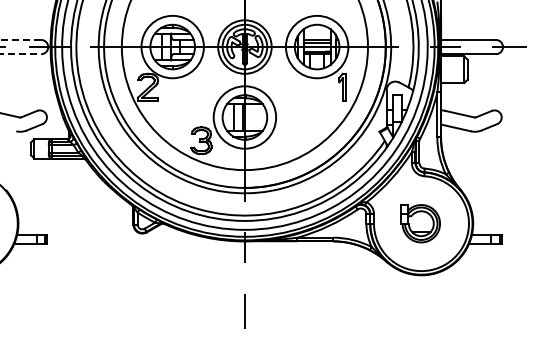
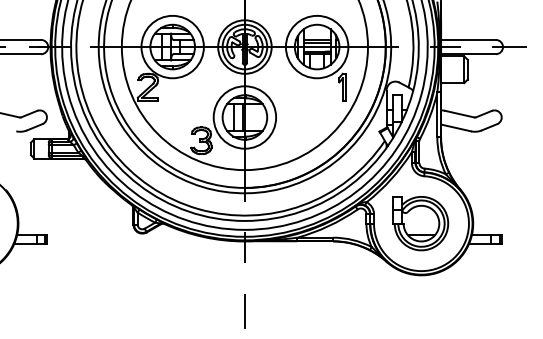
line at (20, 39): dashed -> solid
line at (21, 54): dashed -> solid
part at (420, 223) size: 41x40 px -> 58x56 px
